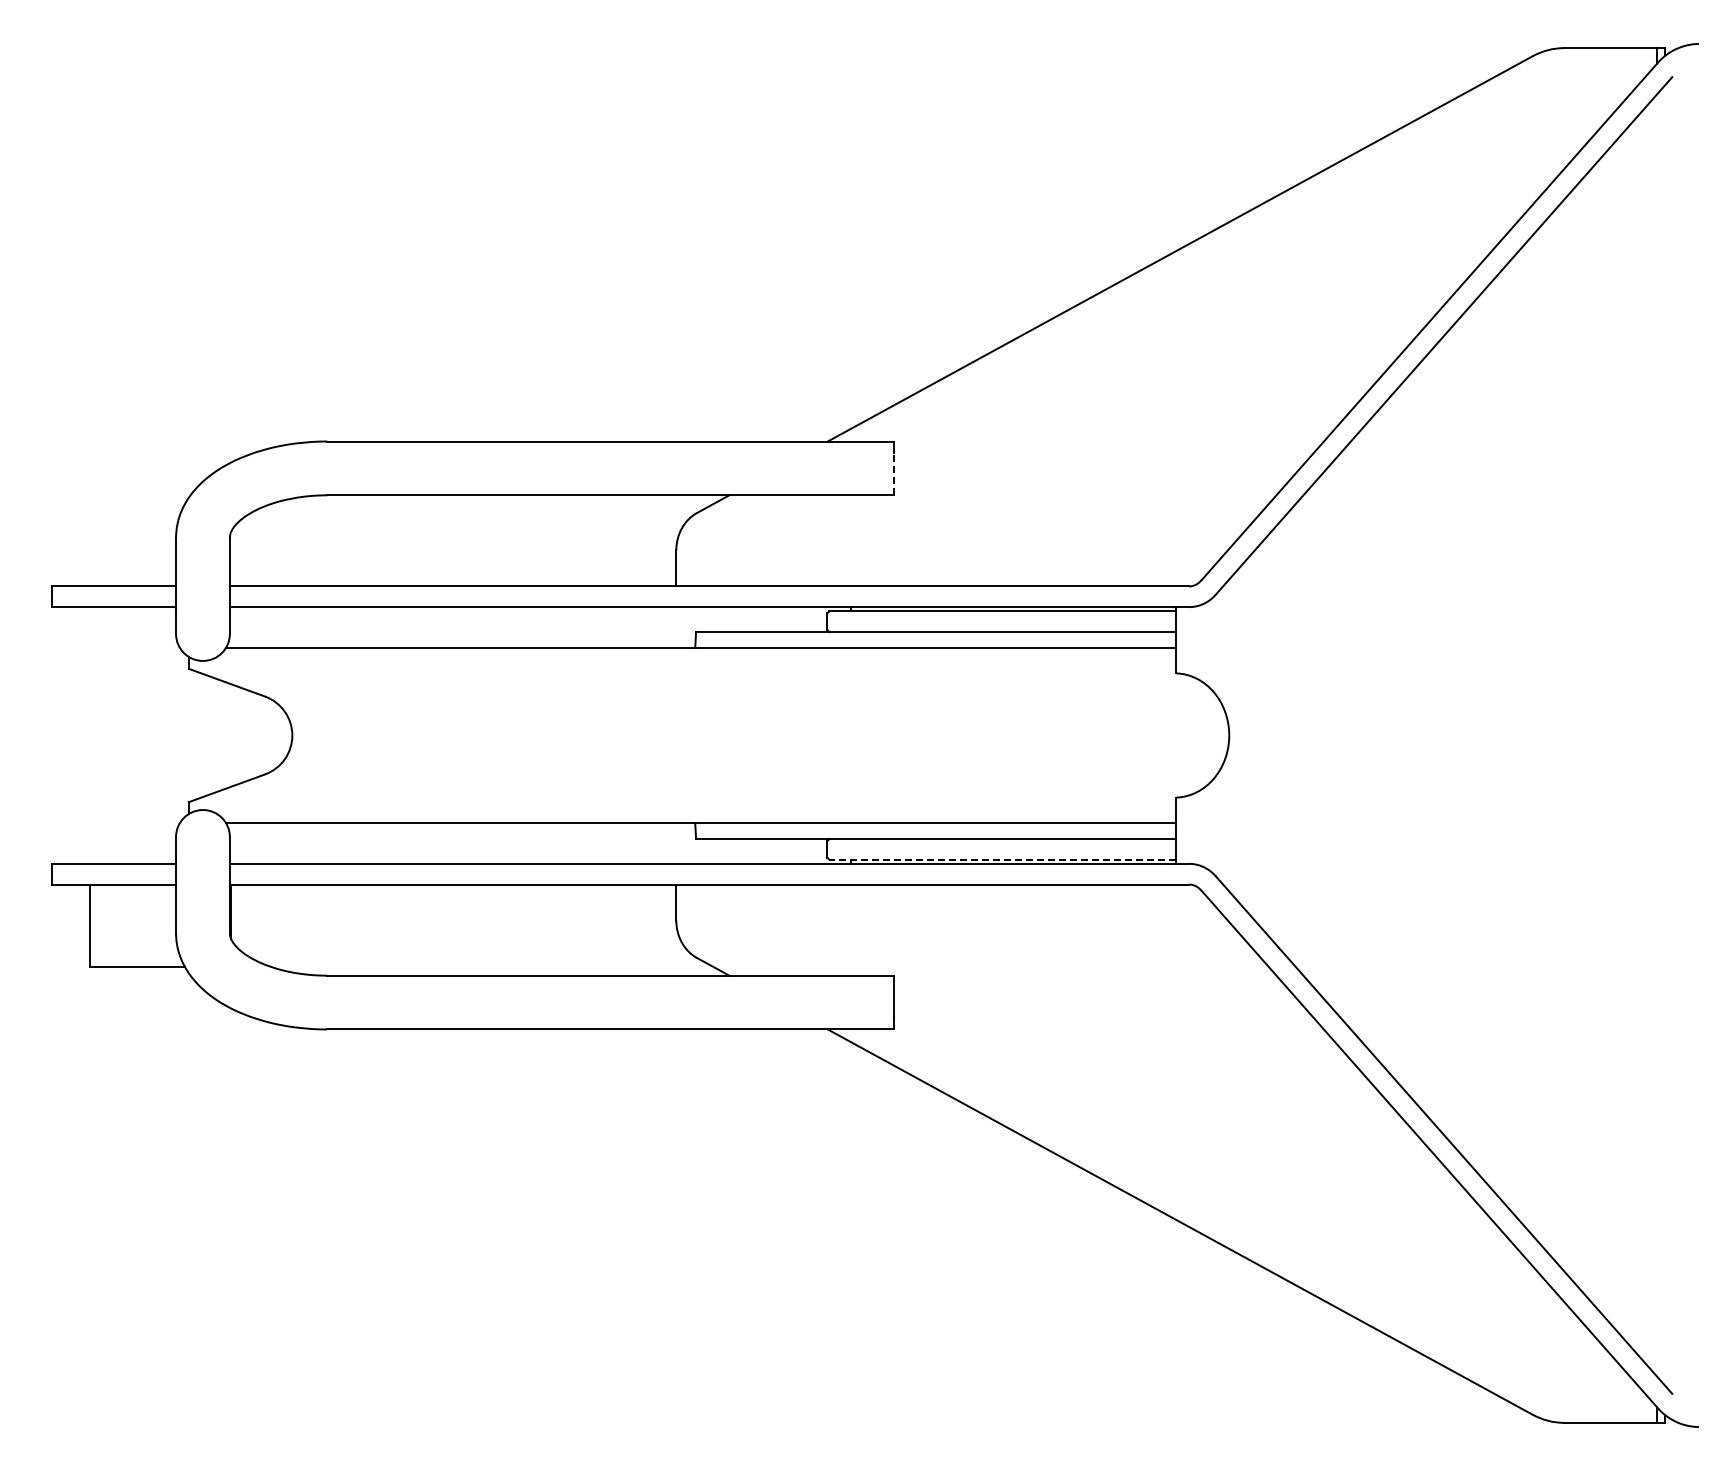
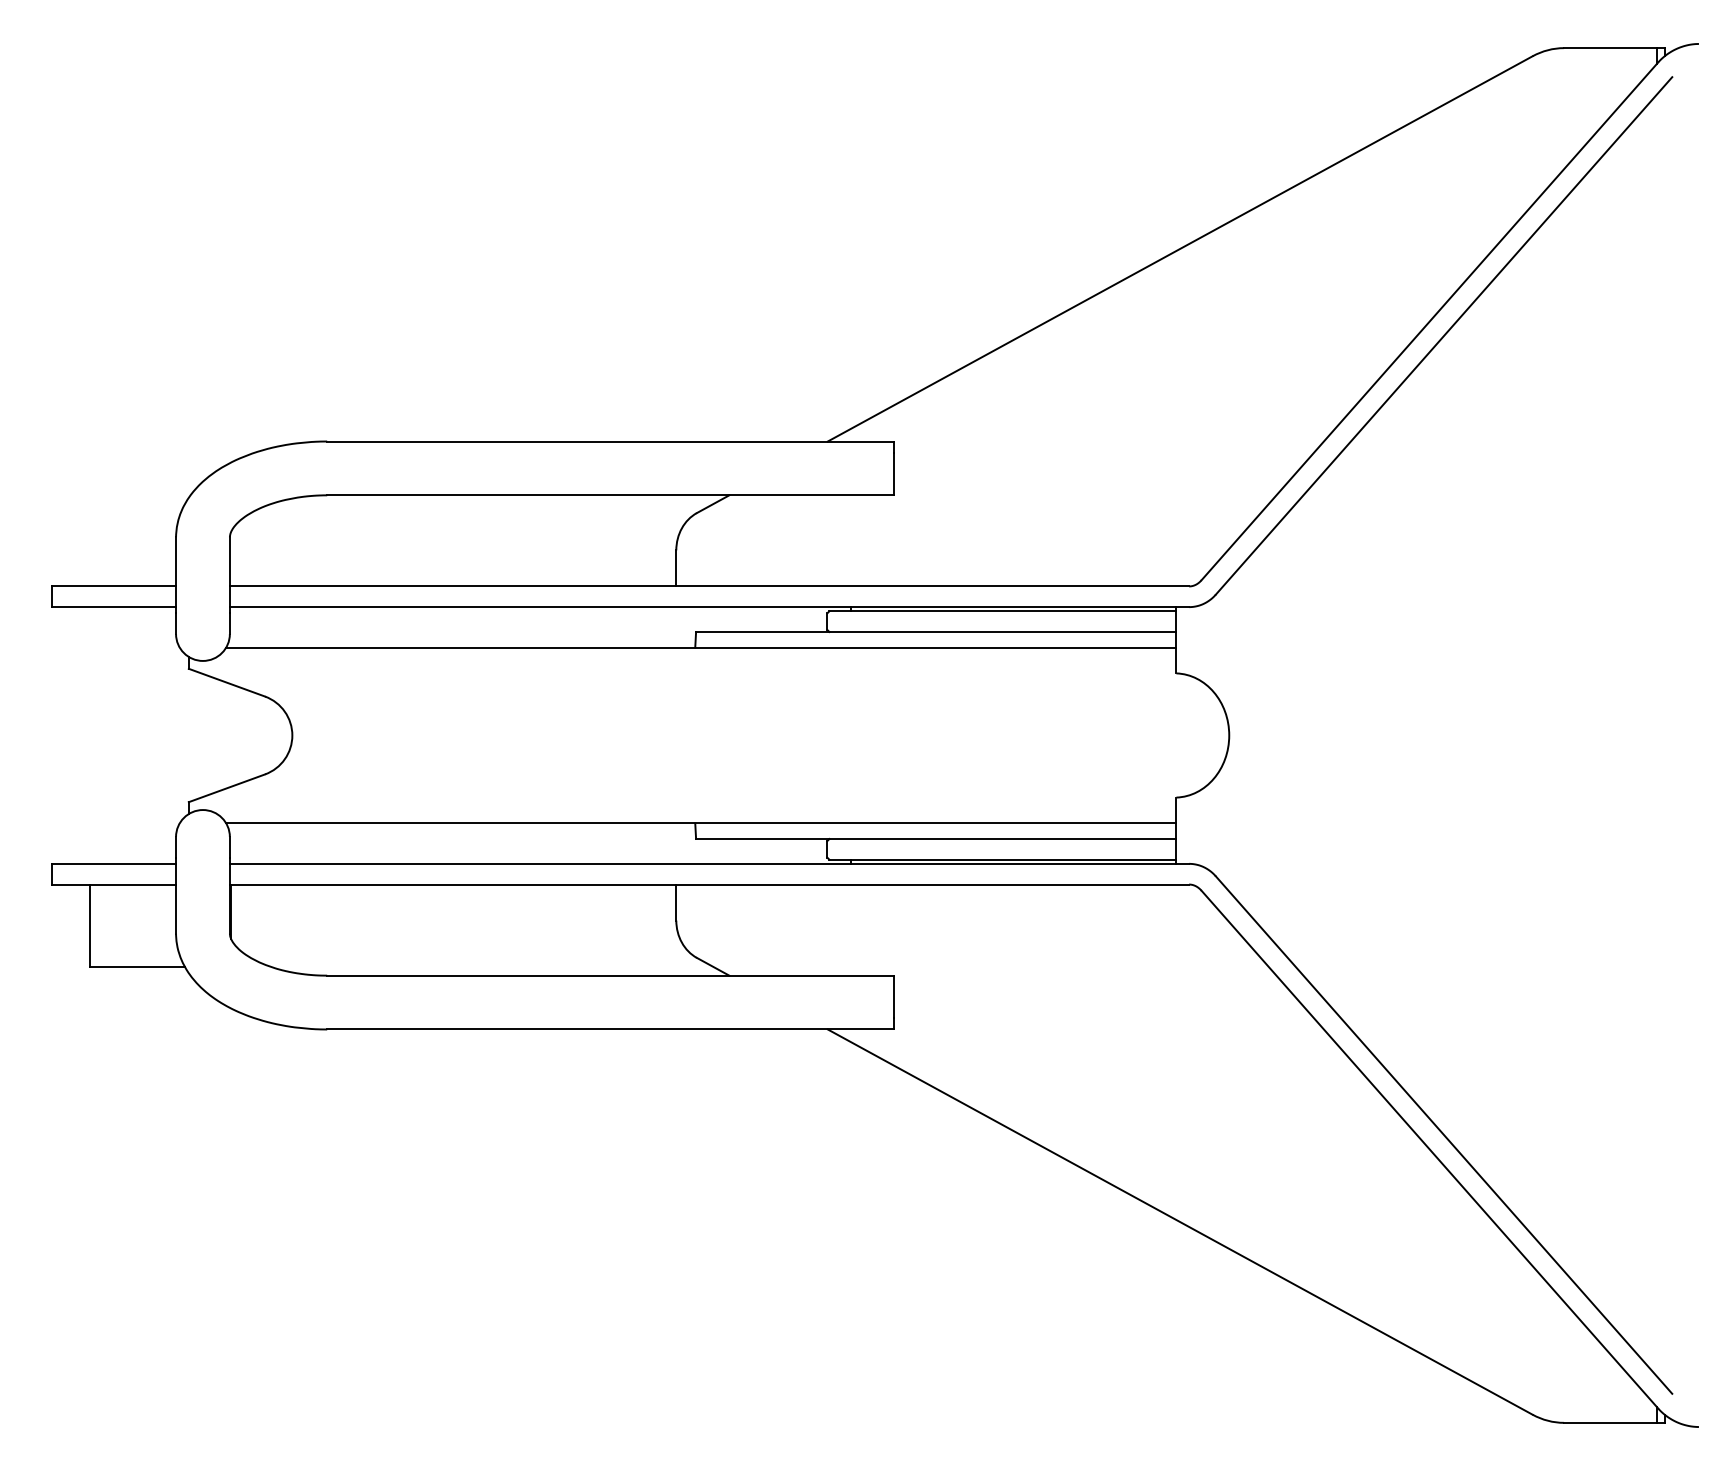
line at (894, 474): dashed -> solid
line at (1002, 859): dashed -> solid
